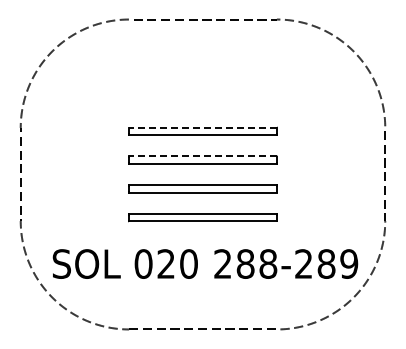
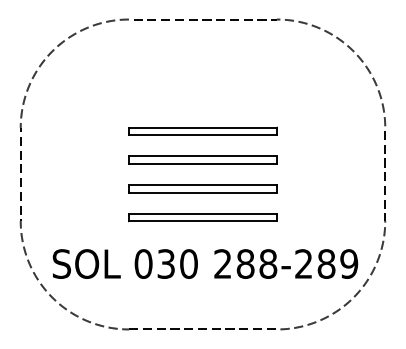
line at (202, 127): dashed -> solid
line at (202, 156): dashed -> solid
text at (165, 263): 020 -> 030
